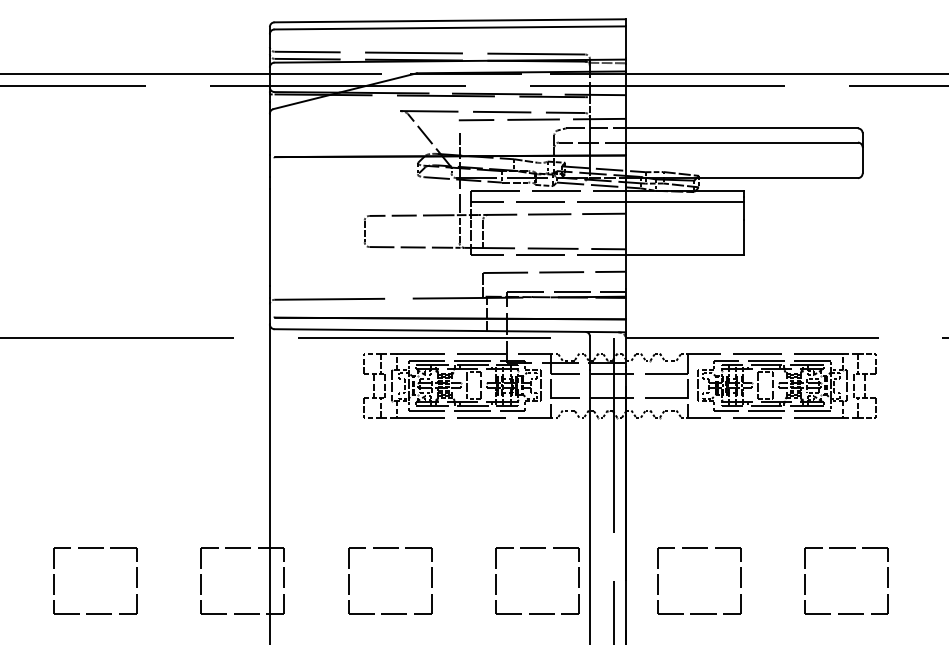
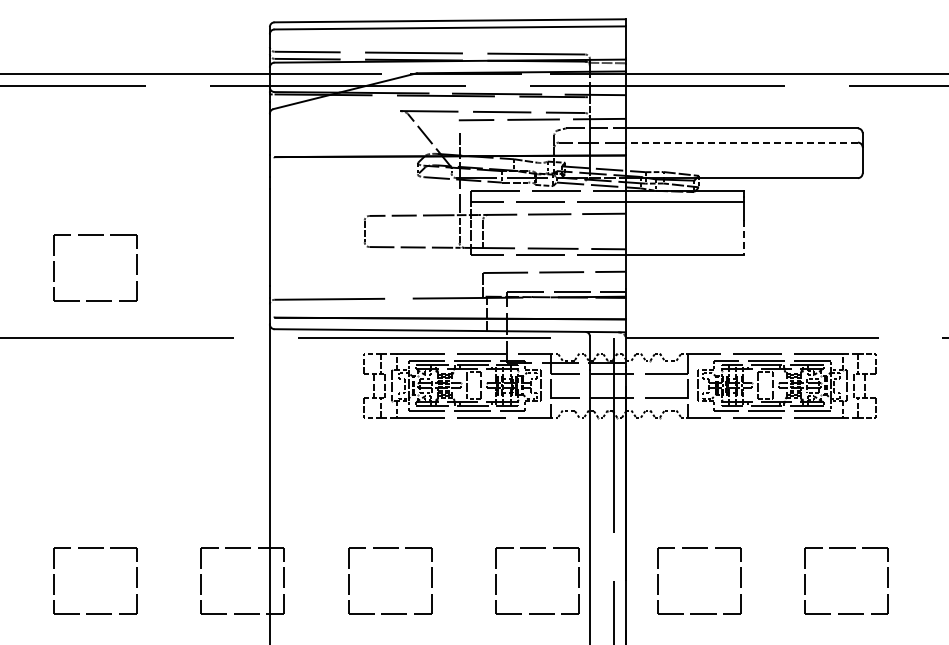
line at (741, 142): solid -> dashed
part at (95, 235): none -> present
line at (744, 237): solid -> dashed
